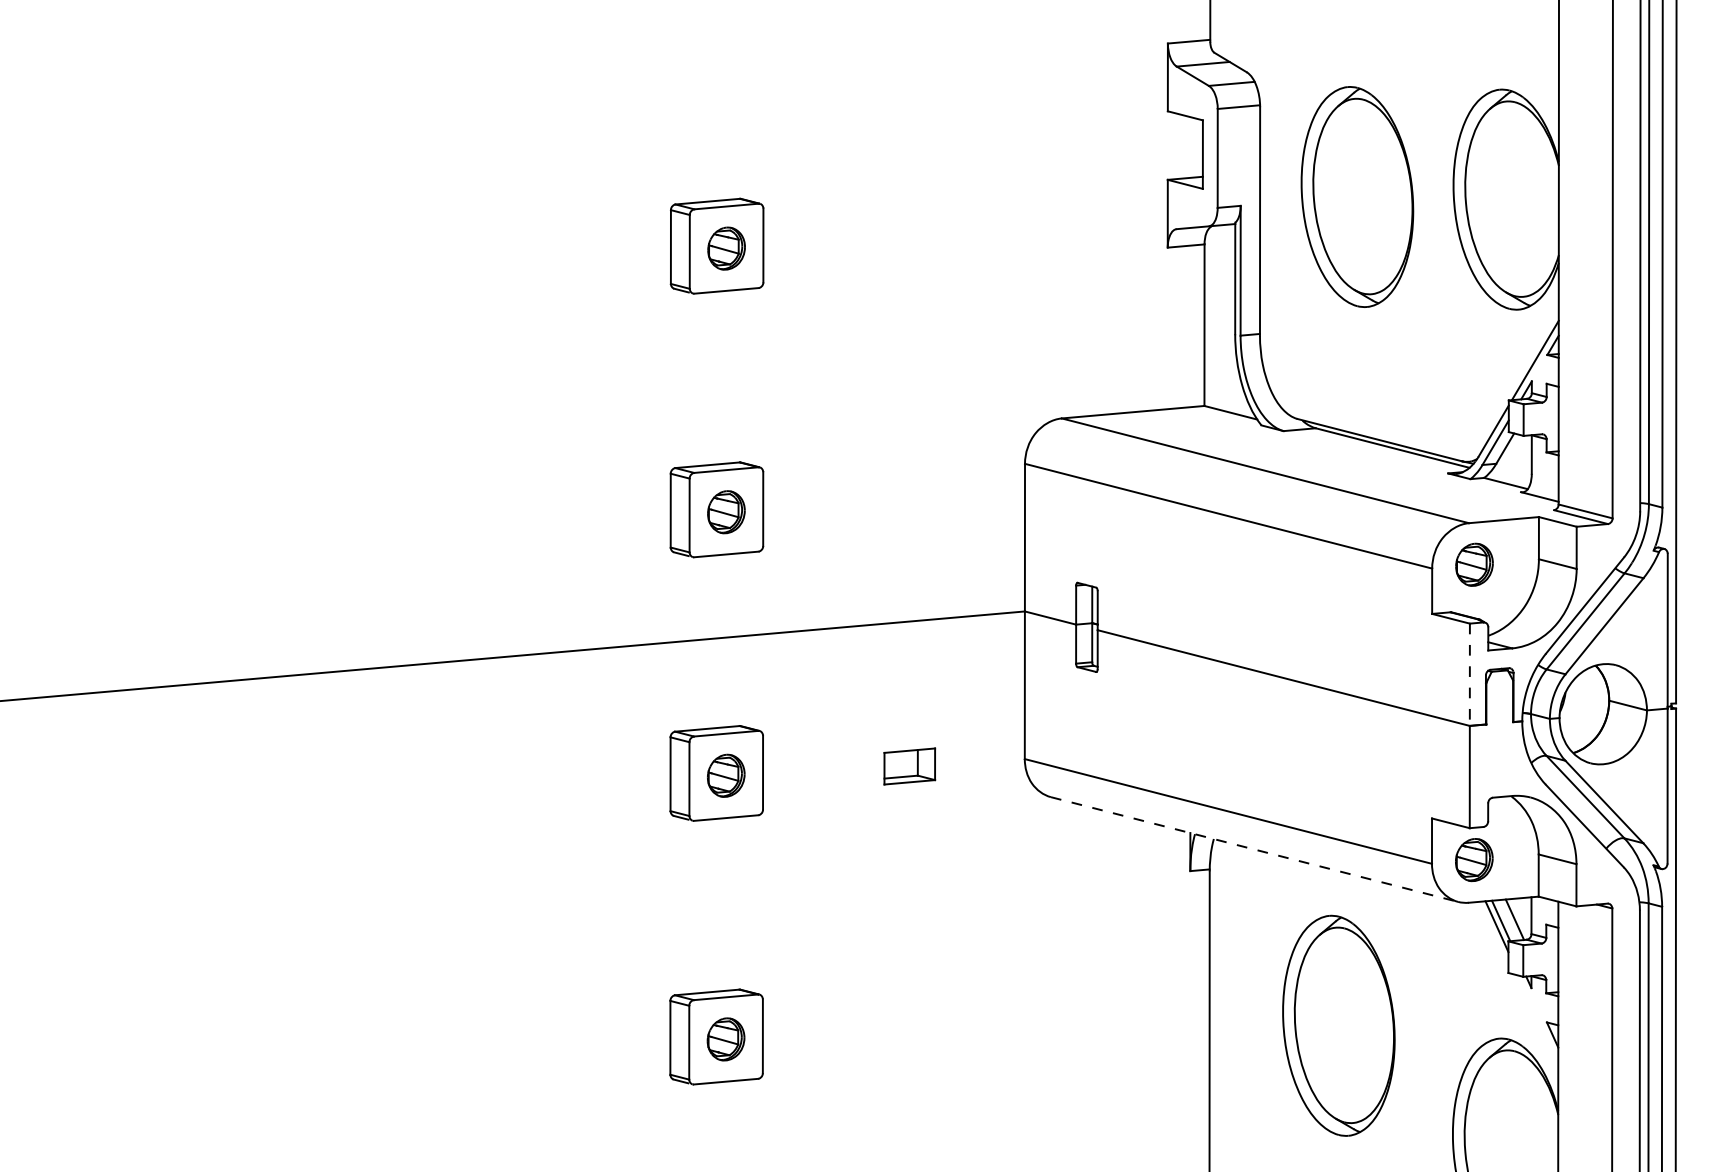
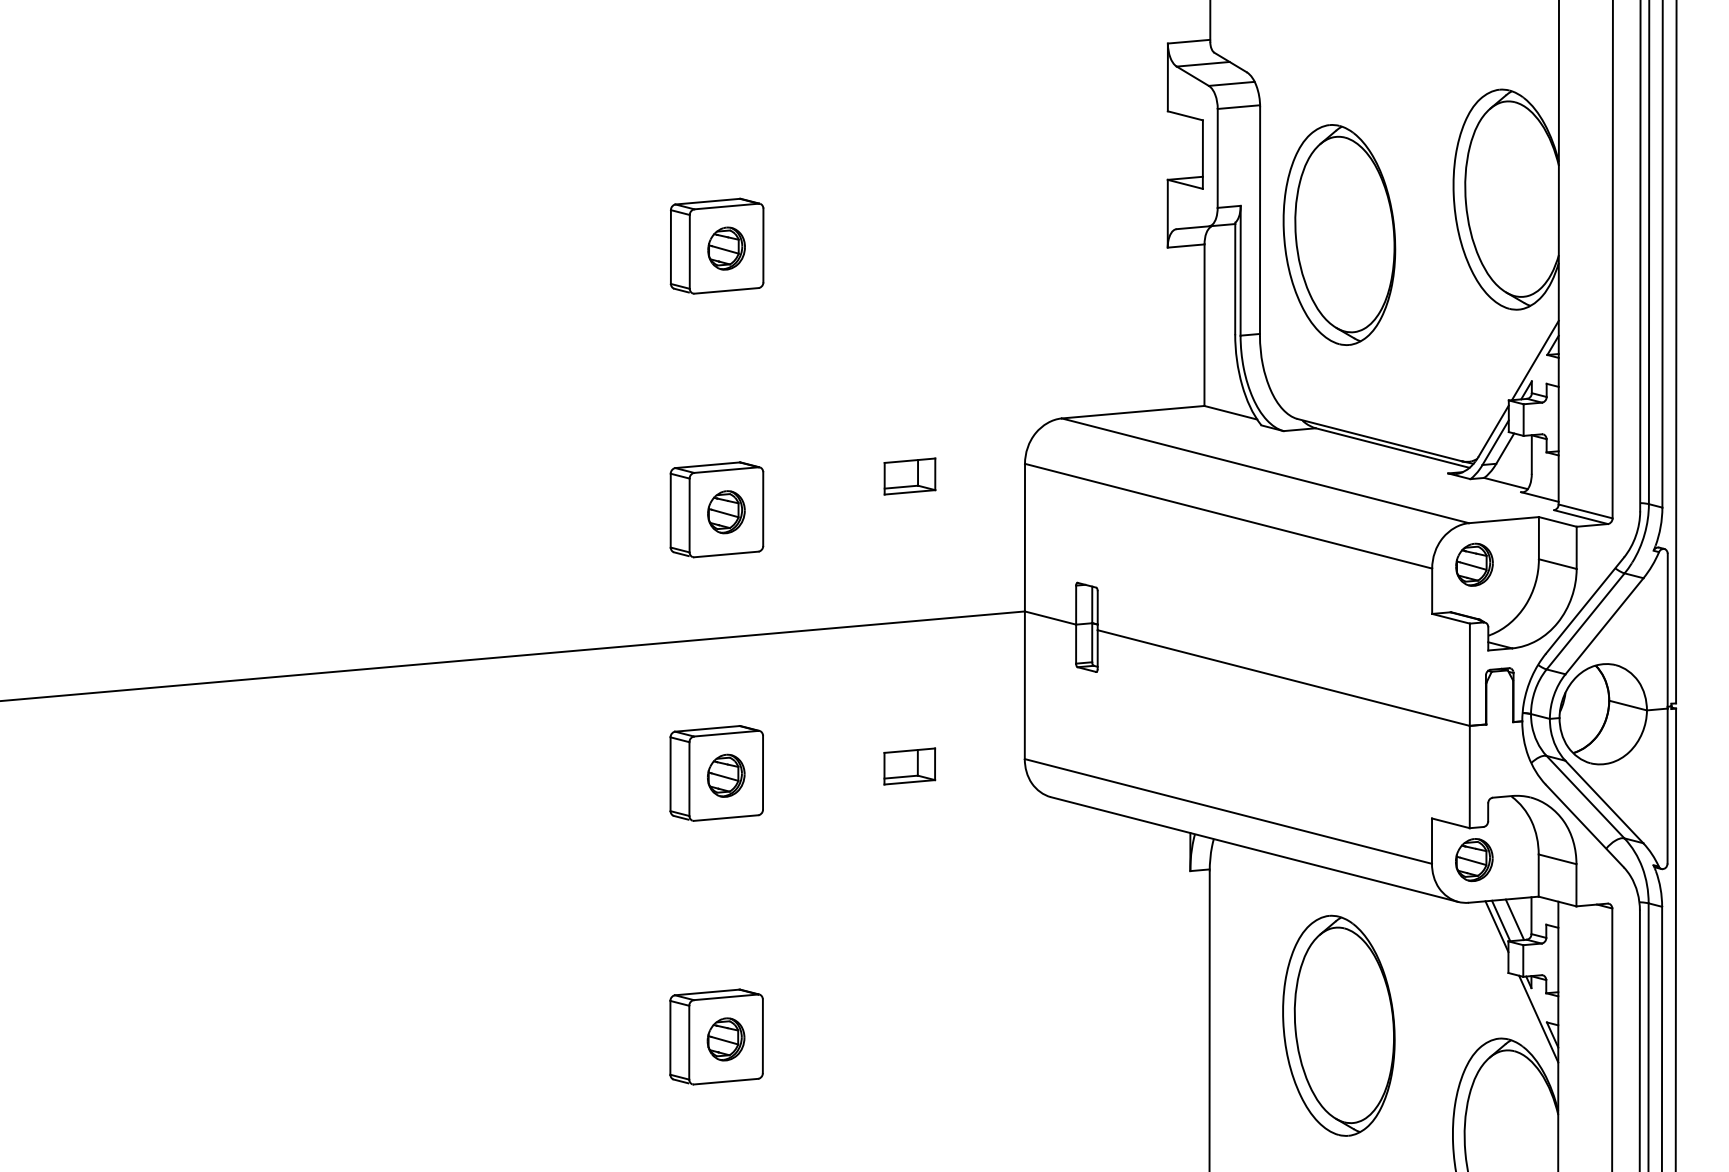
part at (1357, 196) position: (1357, 196) -> (1339, 234)
part at (909, 476): none -> present
line at (1469, 675): dashed -> solid
line at (1255, 849): dashed -> solid
line at (1538, 1018): none -> present
